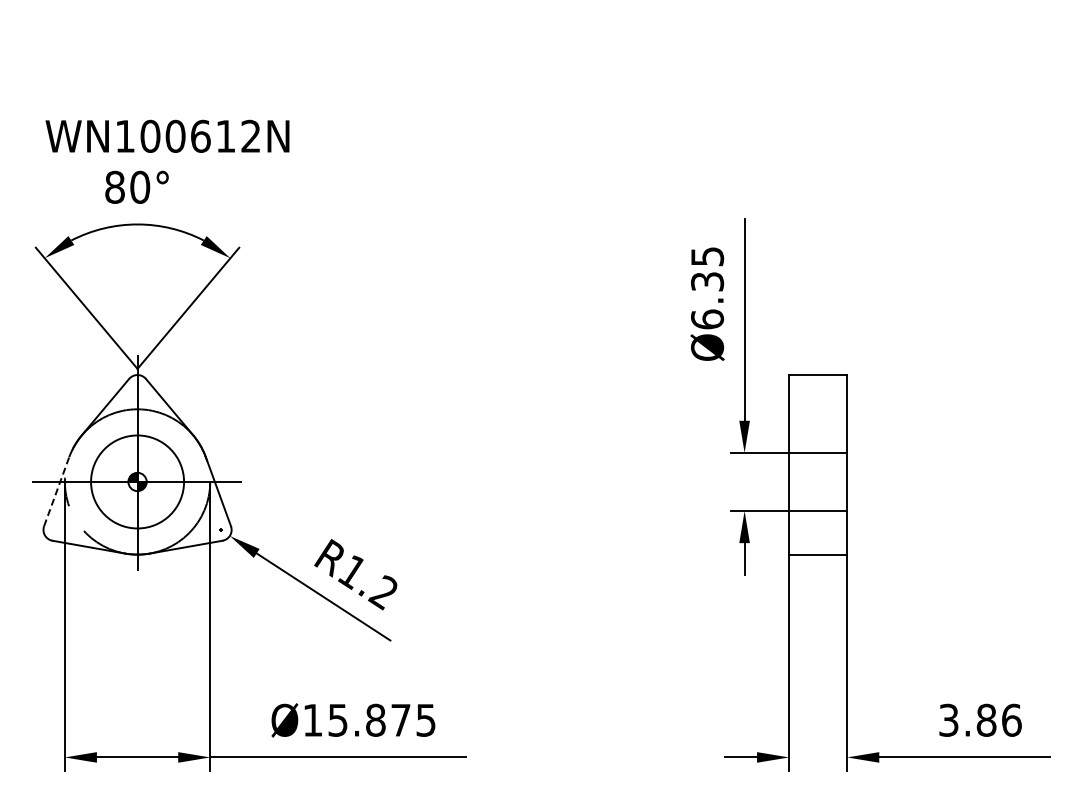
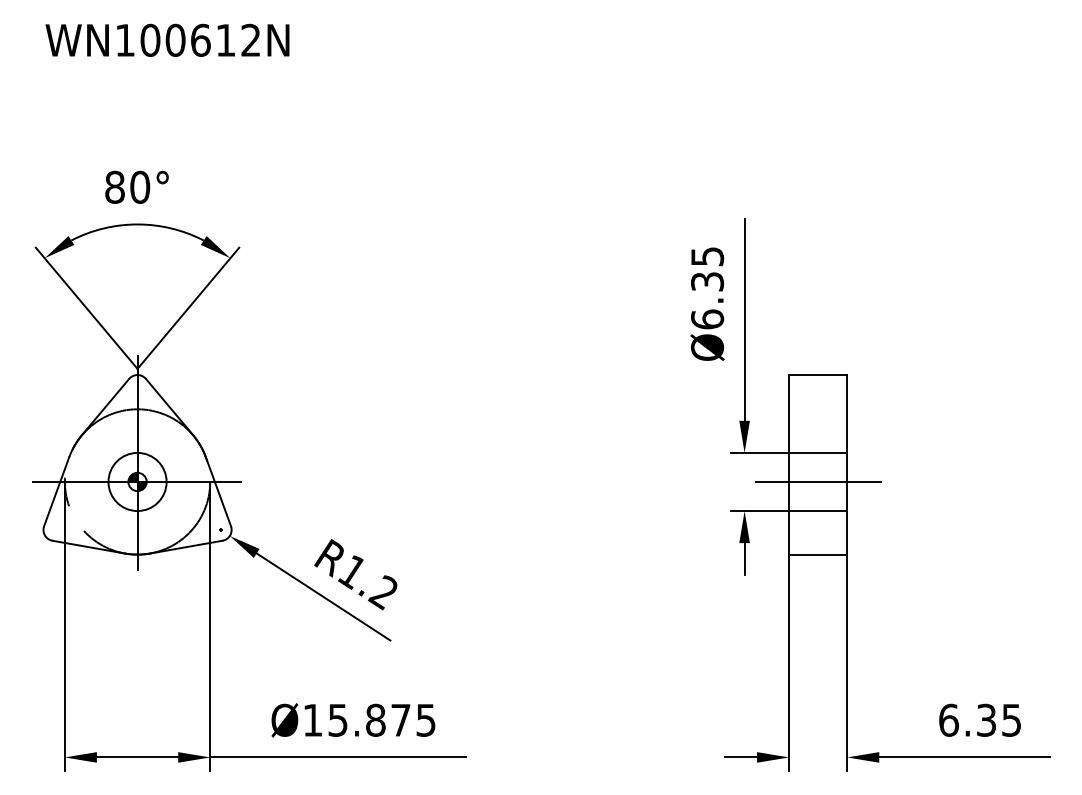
text at (167, 135) position: (167, 135) -> (167, 39)
circle at (137, 481) diameter: 93 px -> 58 px
line at (817, 481): none -> present
line at (56, 491): dashed -> solid
text at (980, 719): 3.86 -> 6.35
